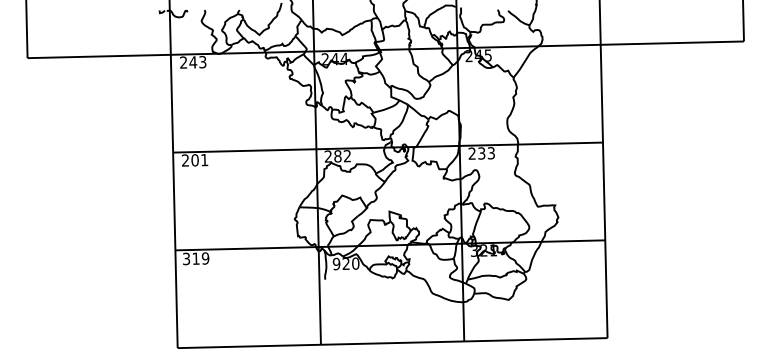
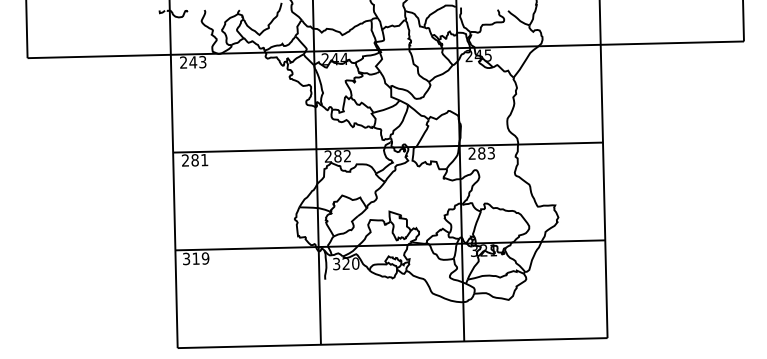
text at (481, 153): 233 -> 283
text at (194, 160): 201 -> 281
text at (336, 264): 920 -> 320
